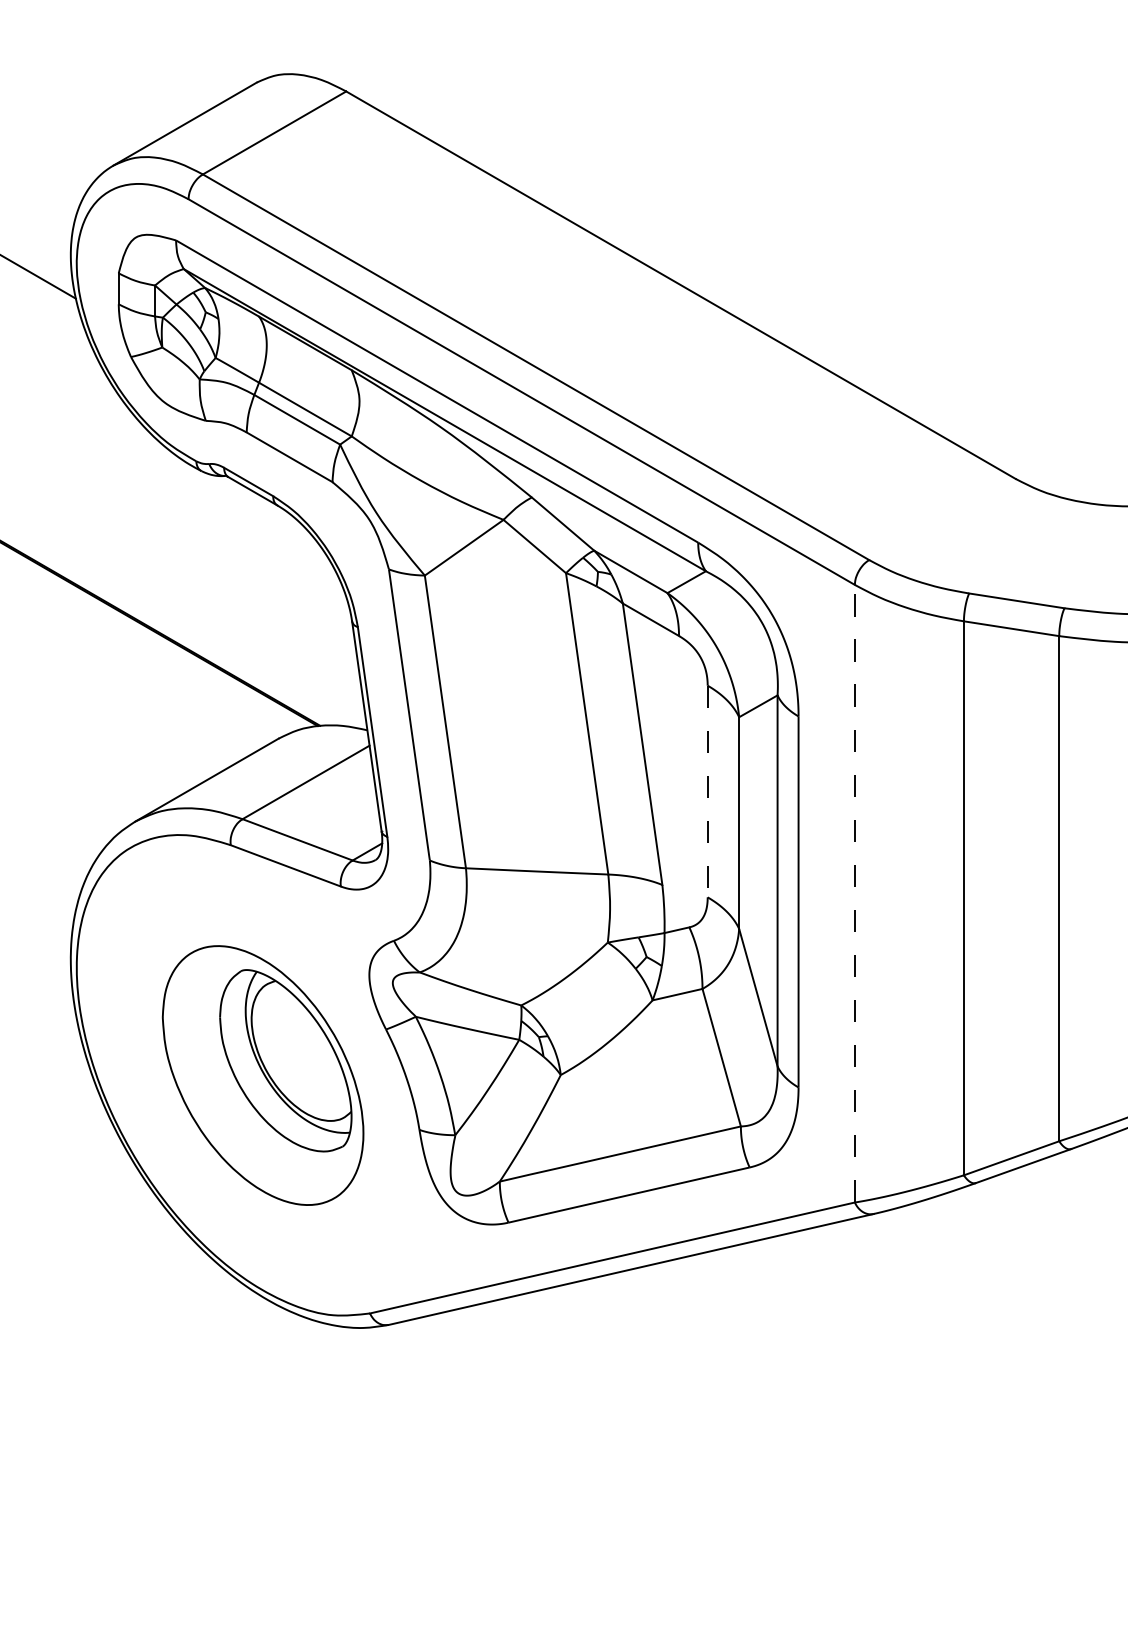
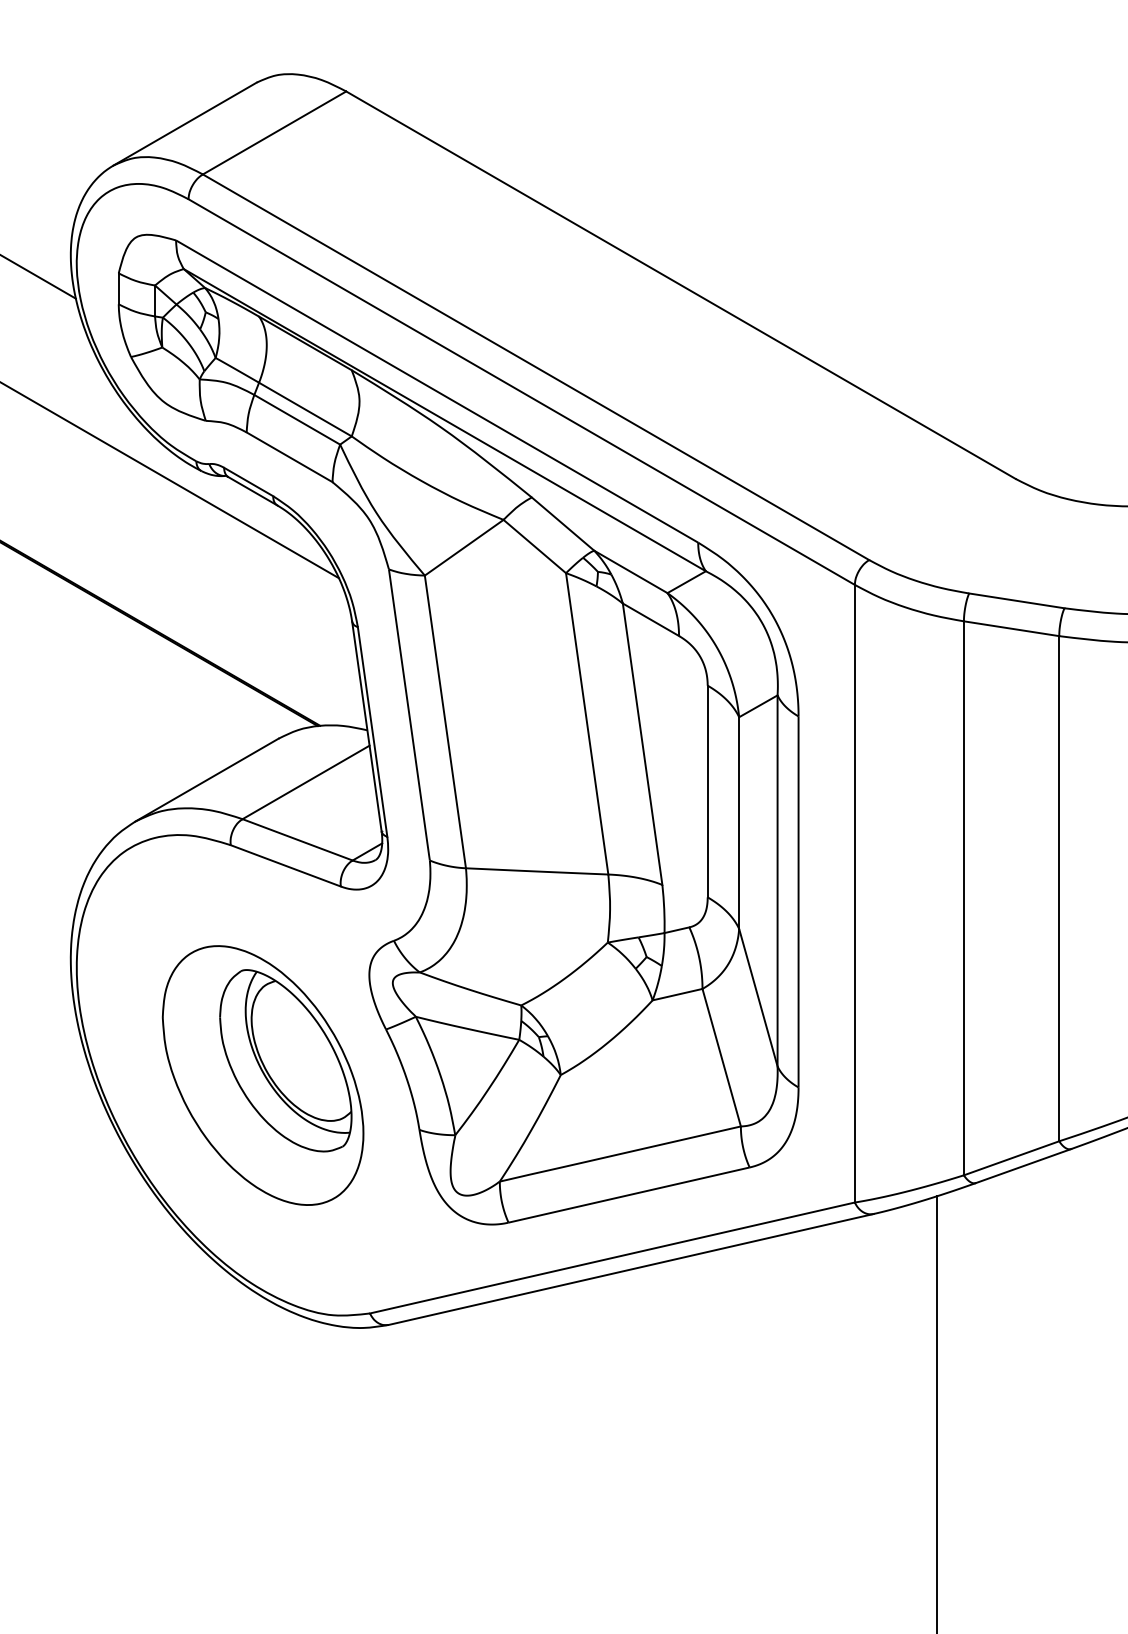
line at (170, 480): none -> present
line at (707, 791): dashed -> solid
line at (854, 893): dashed -> solid
line at (936, 1413): none -> present
